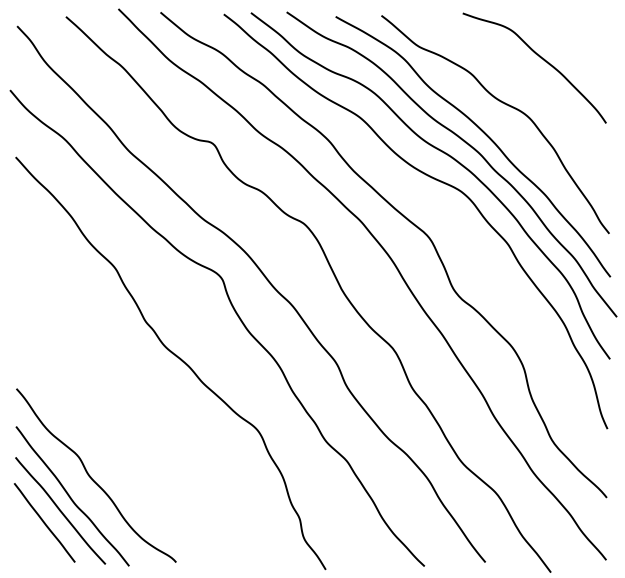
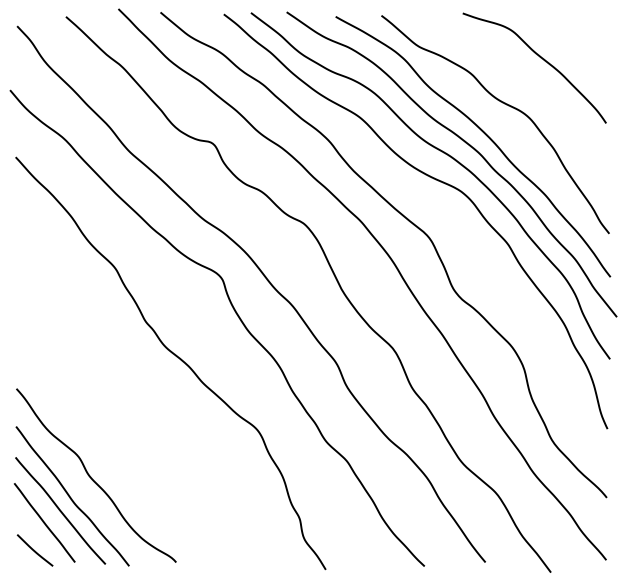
line at (34, 550): none -> present
